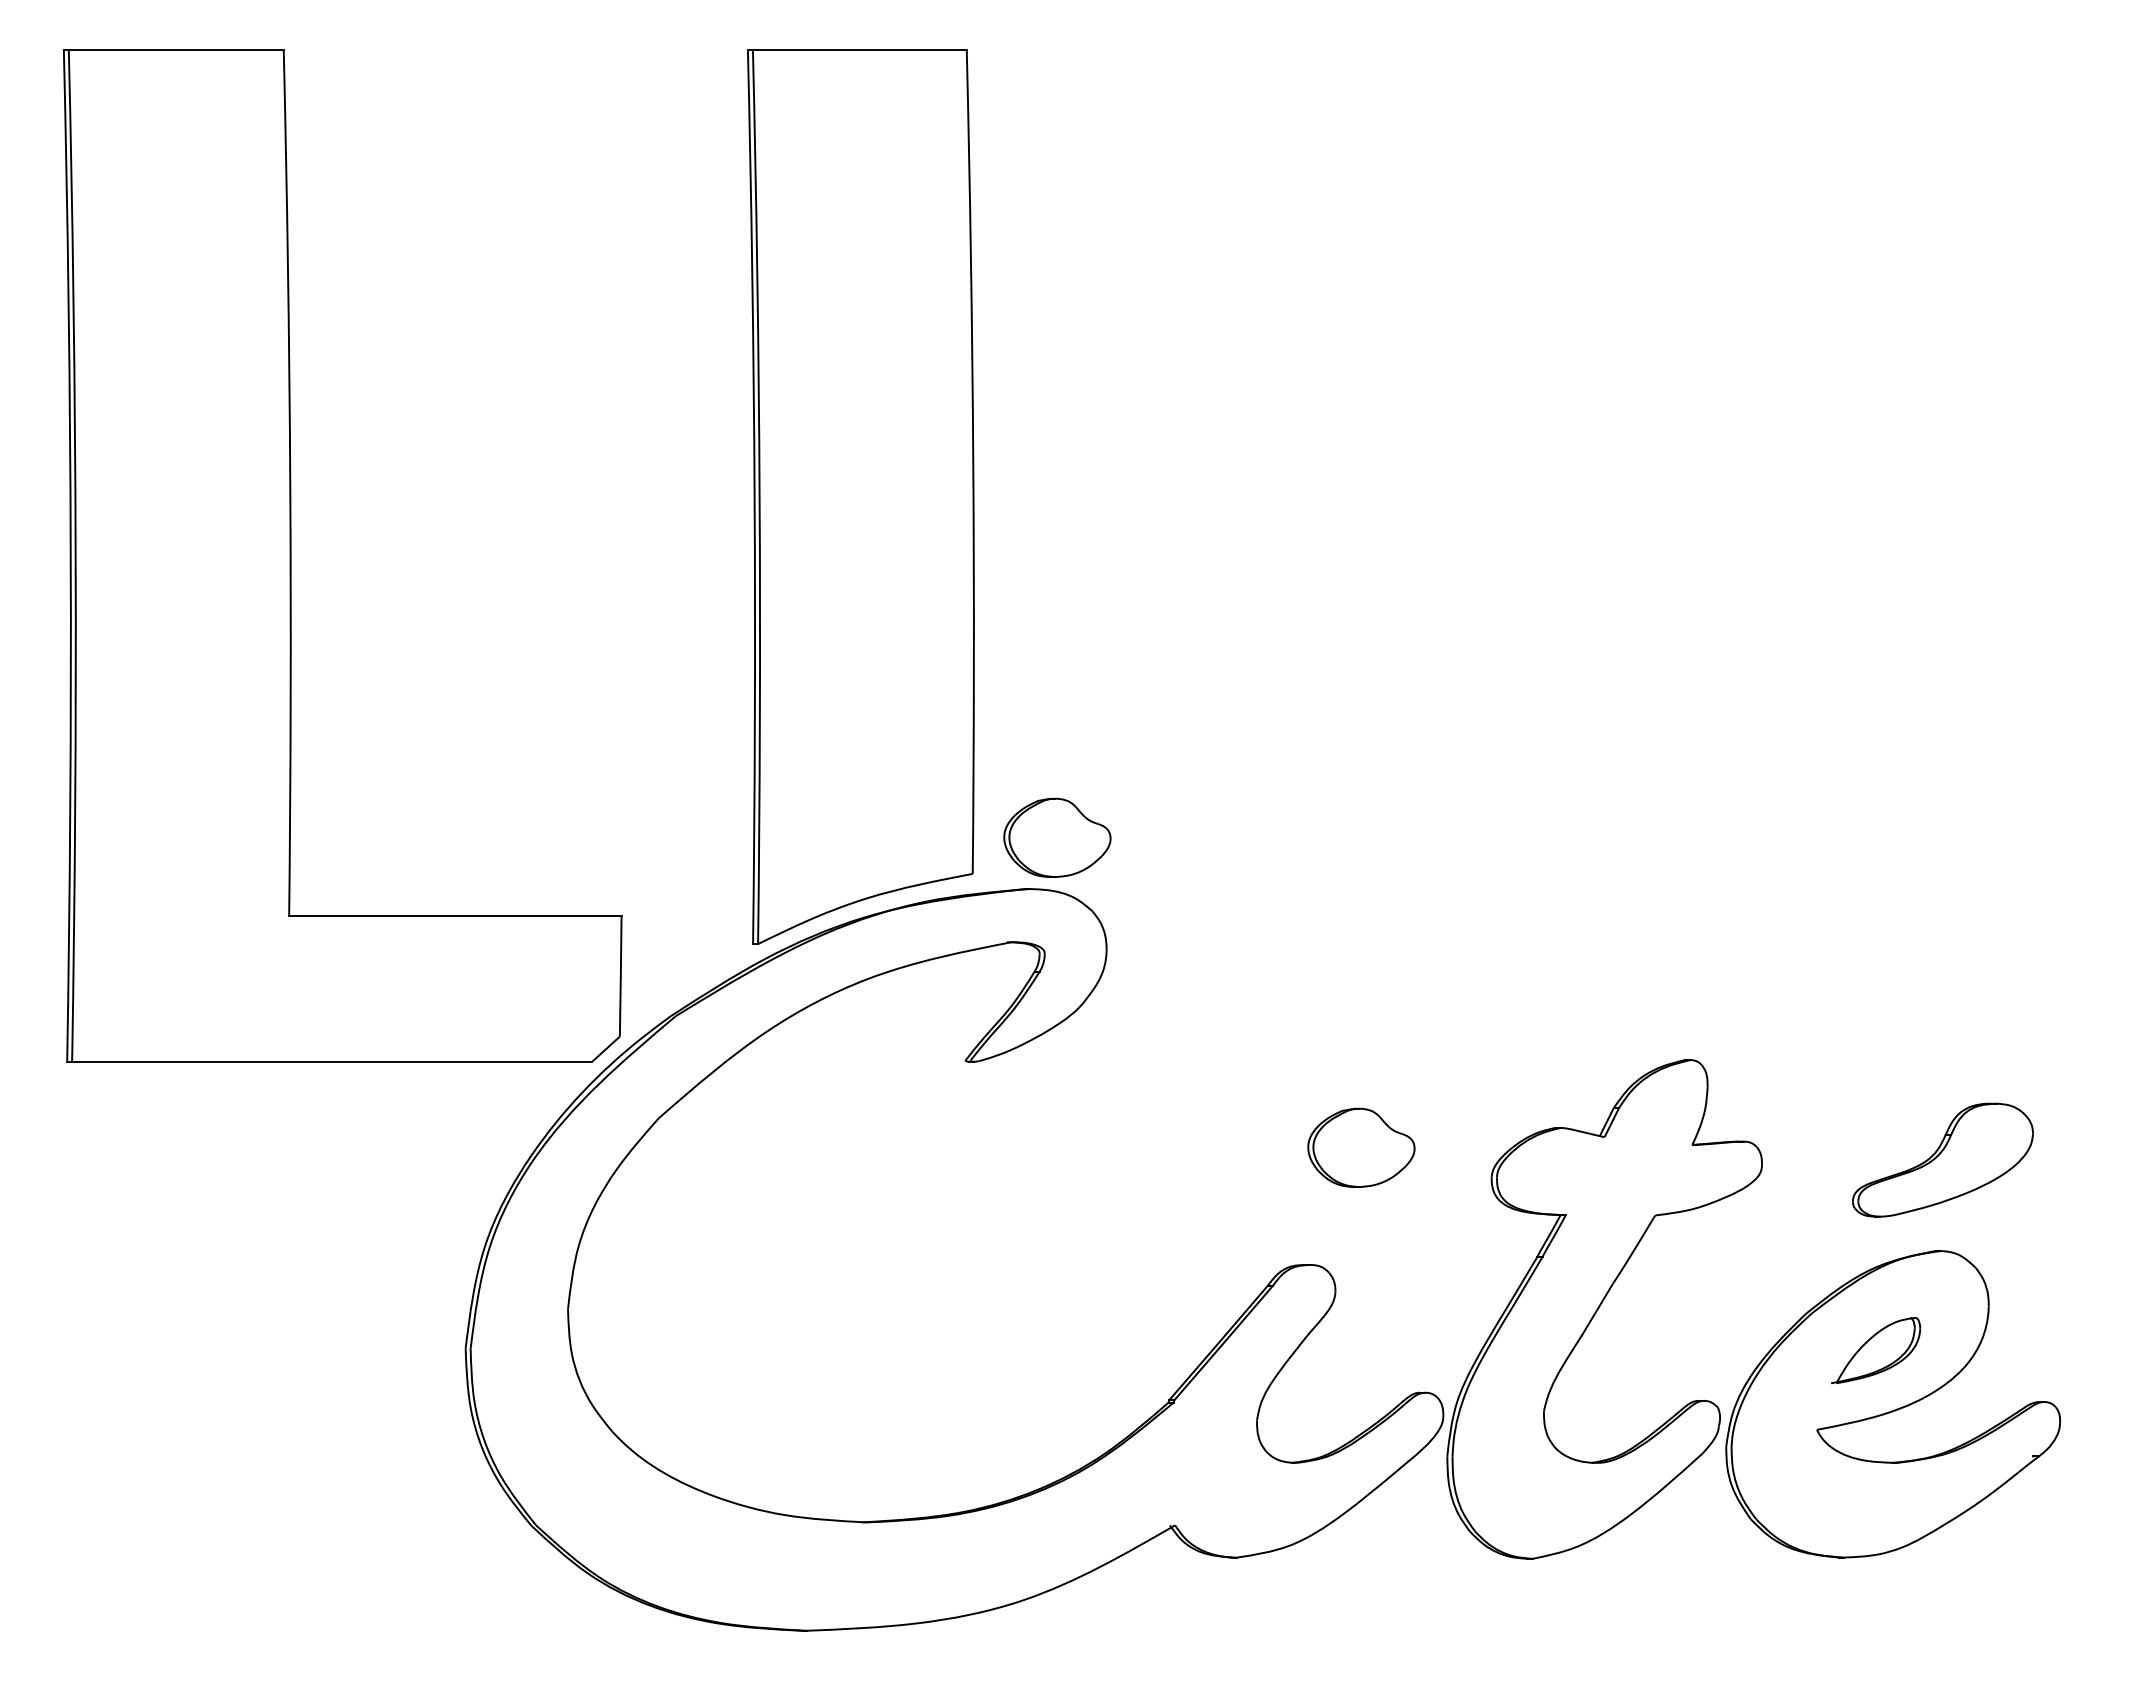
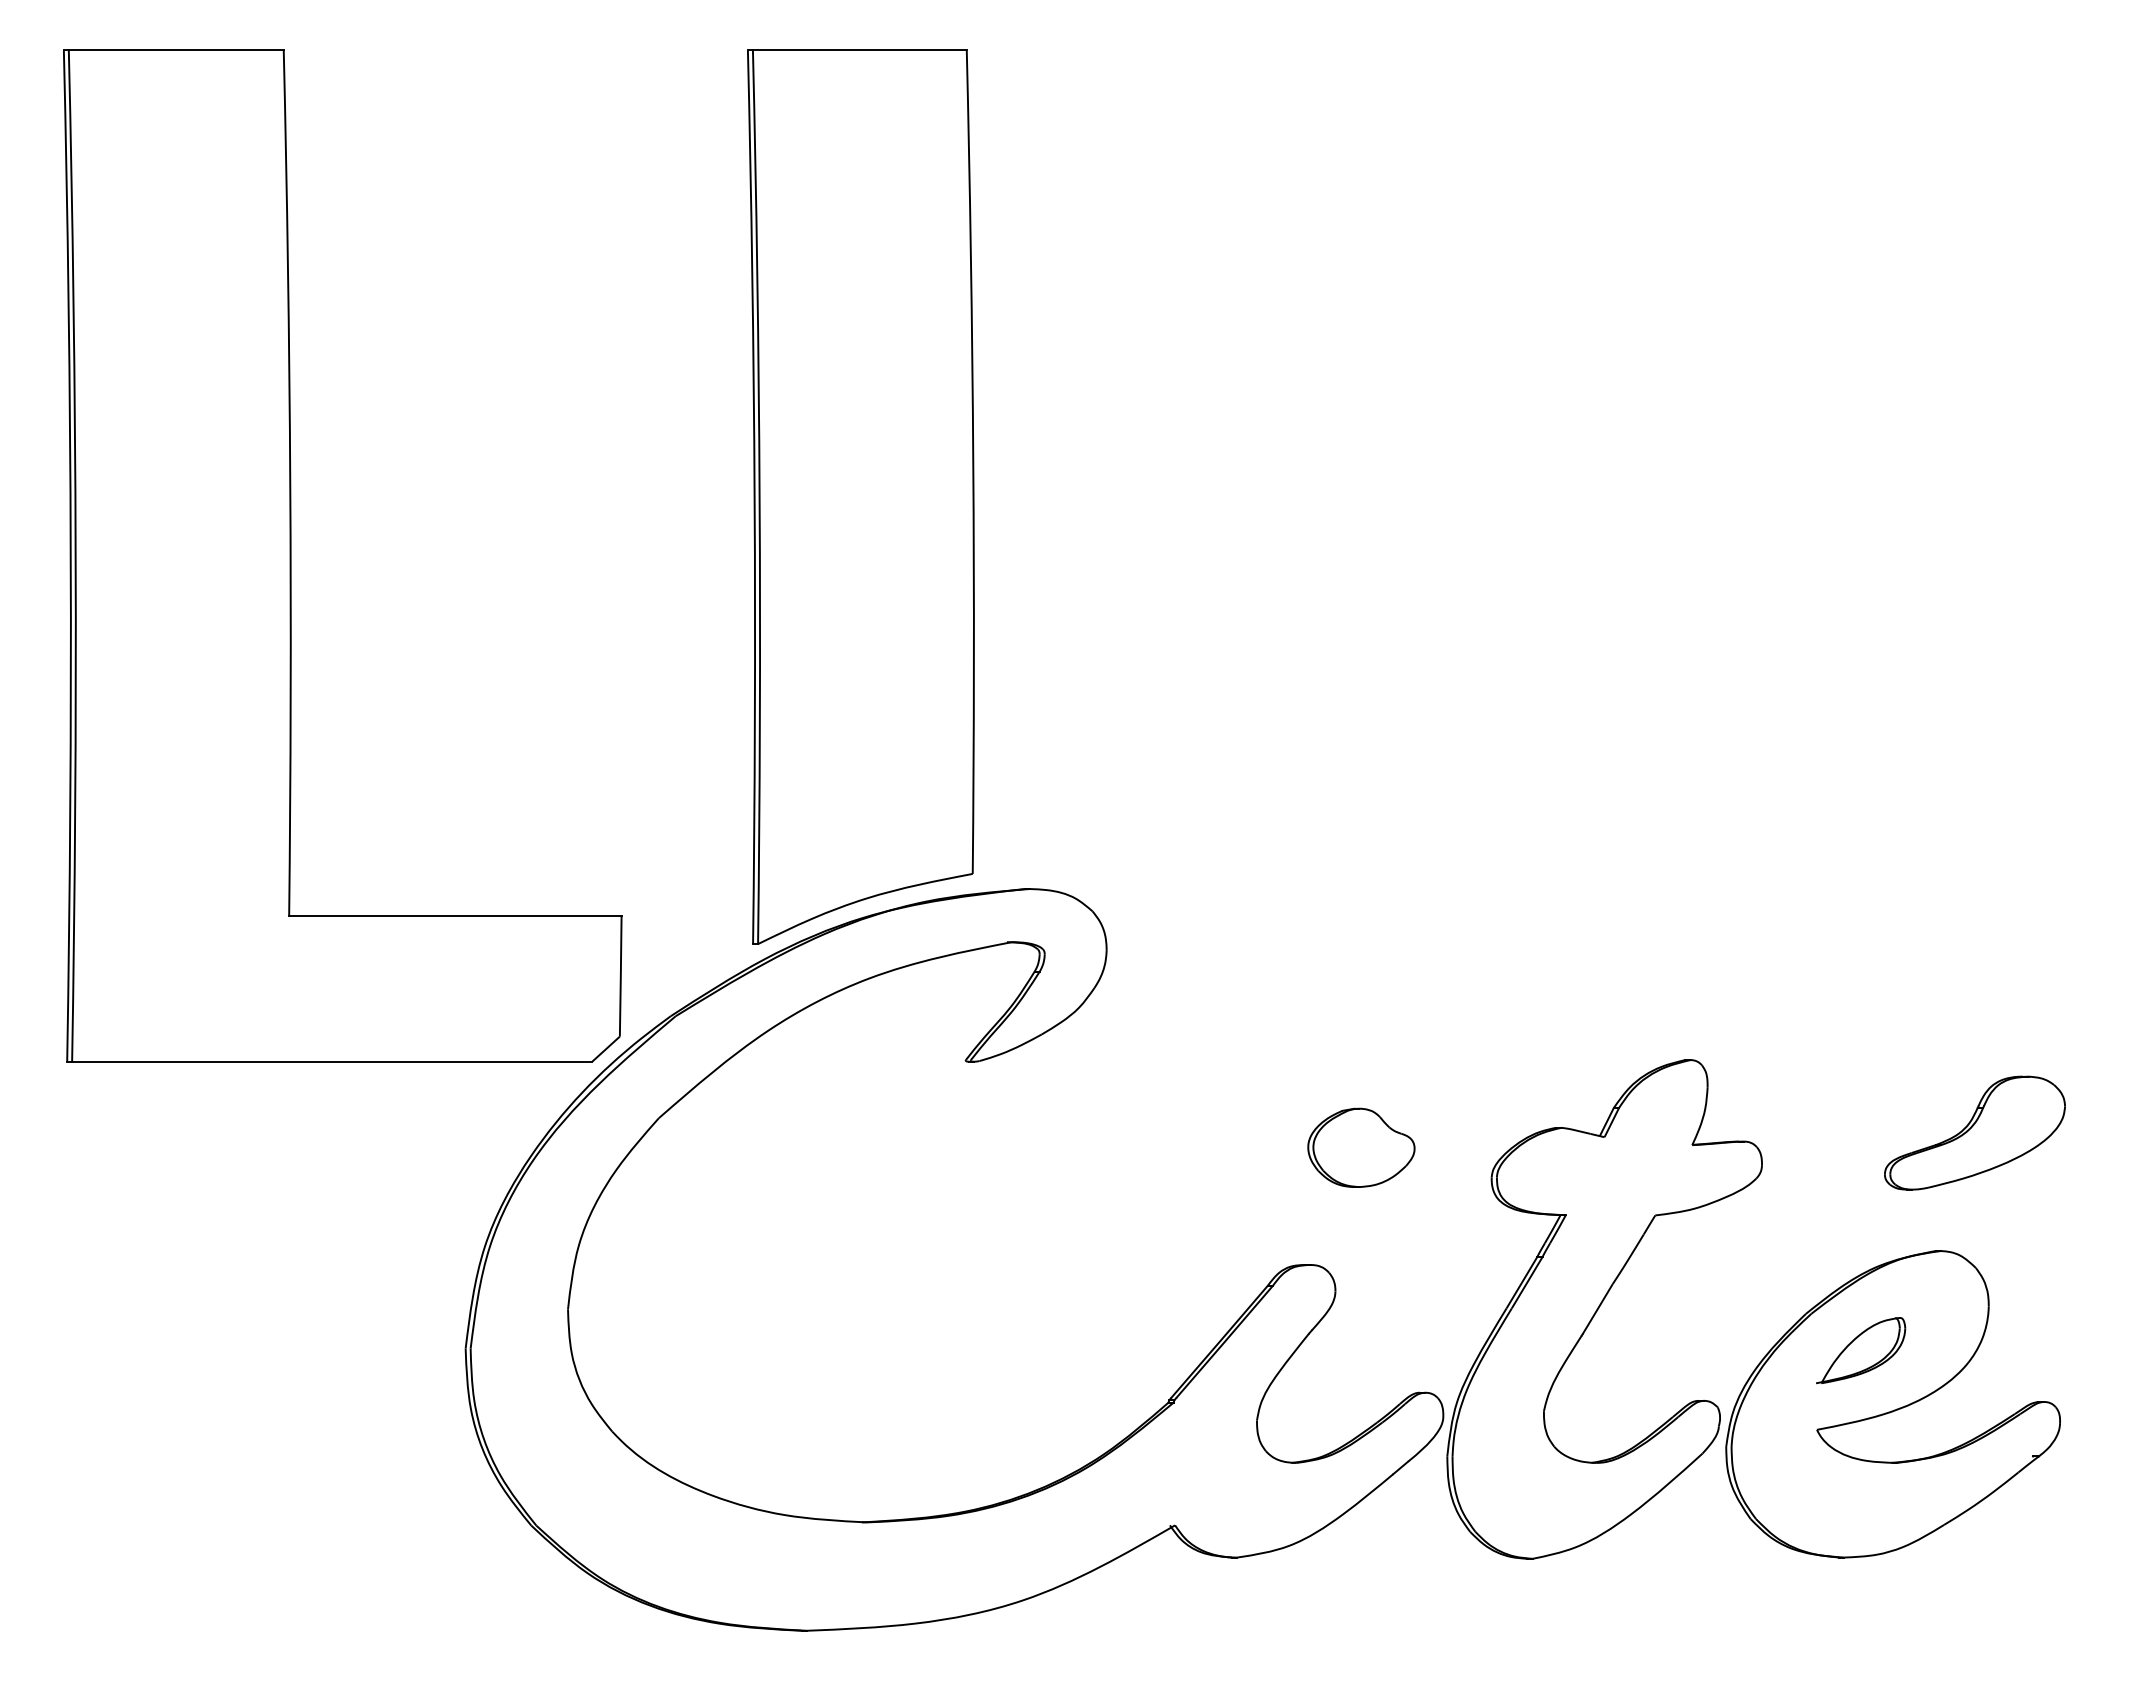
part at (1057, 837): present -> none
part at (1942, 1159) position: (1942, 1159) -> (1974, 1132)
part at (1876, 1350) position: (1876, 1350) -> (1861, 1350)
